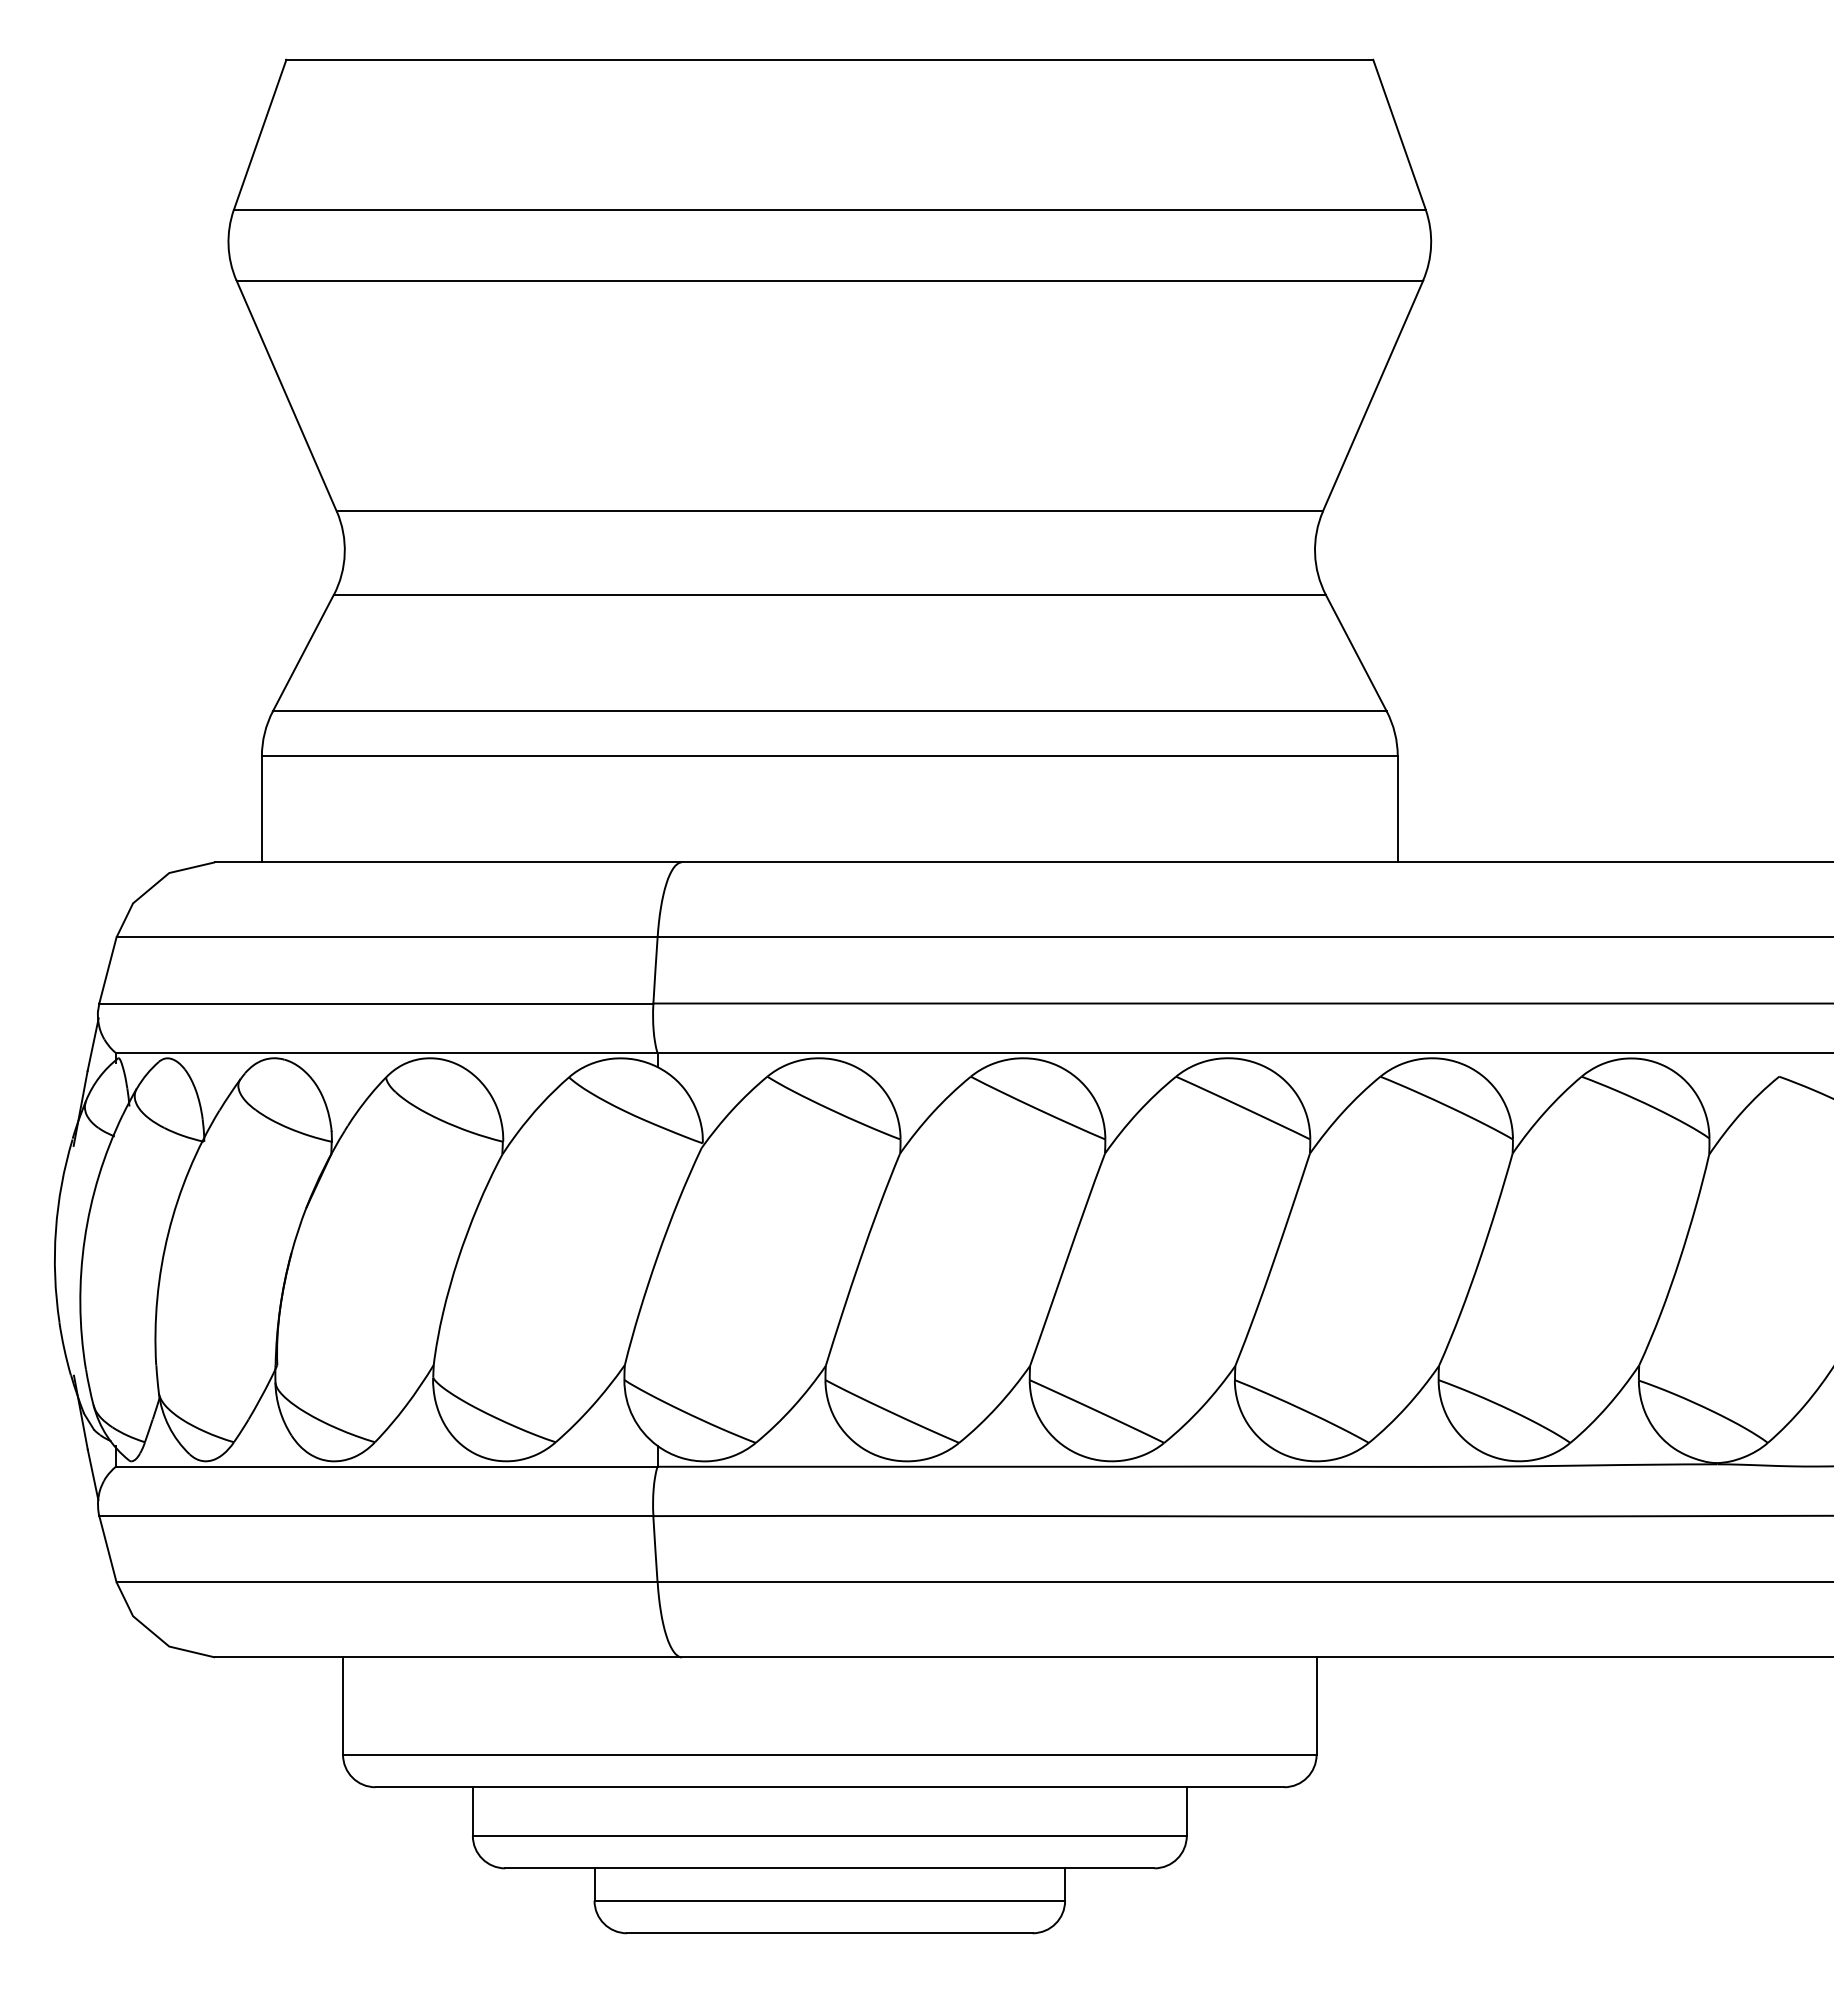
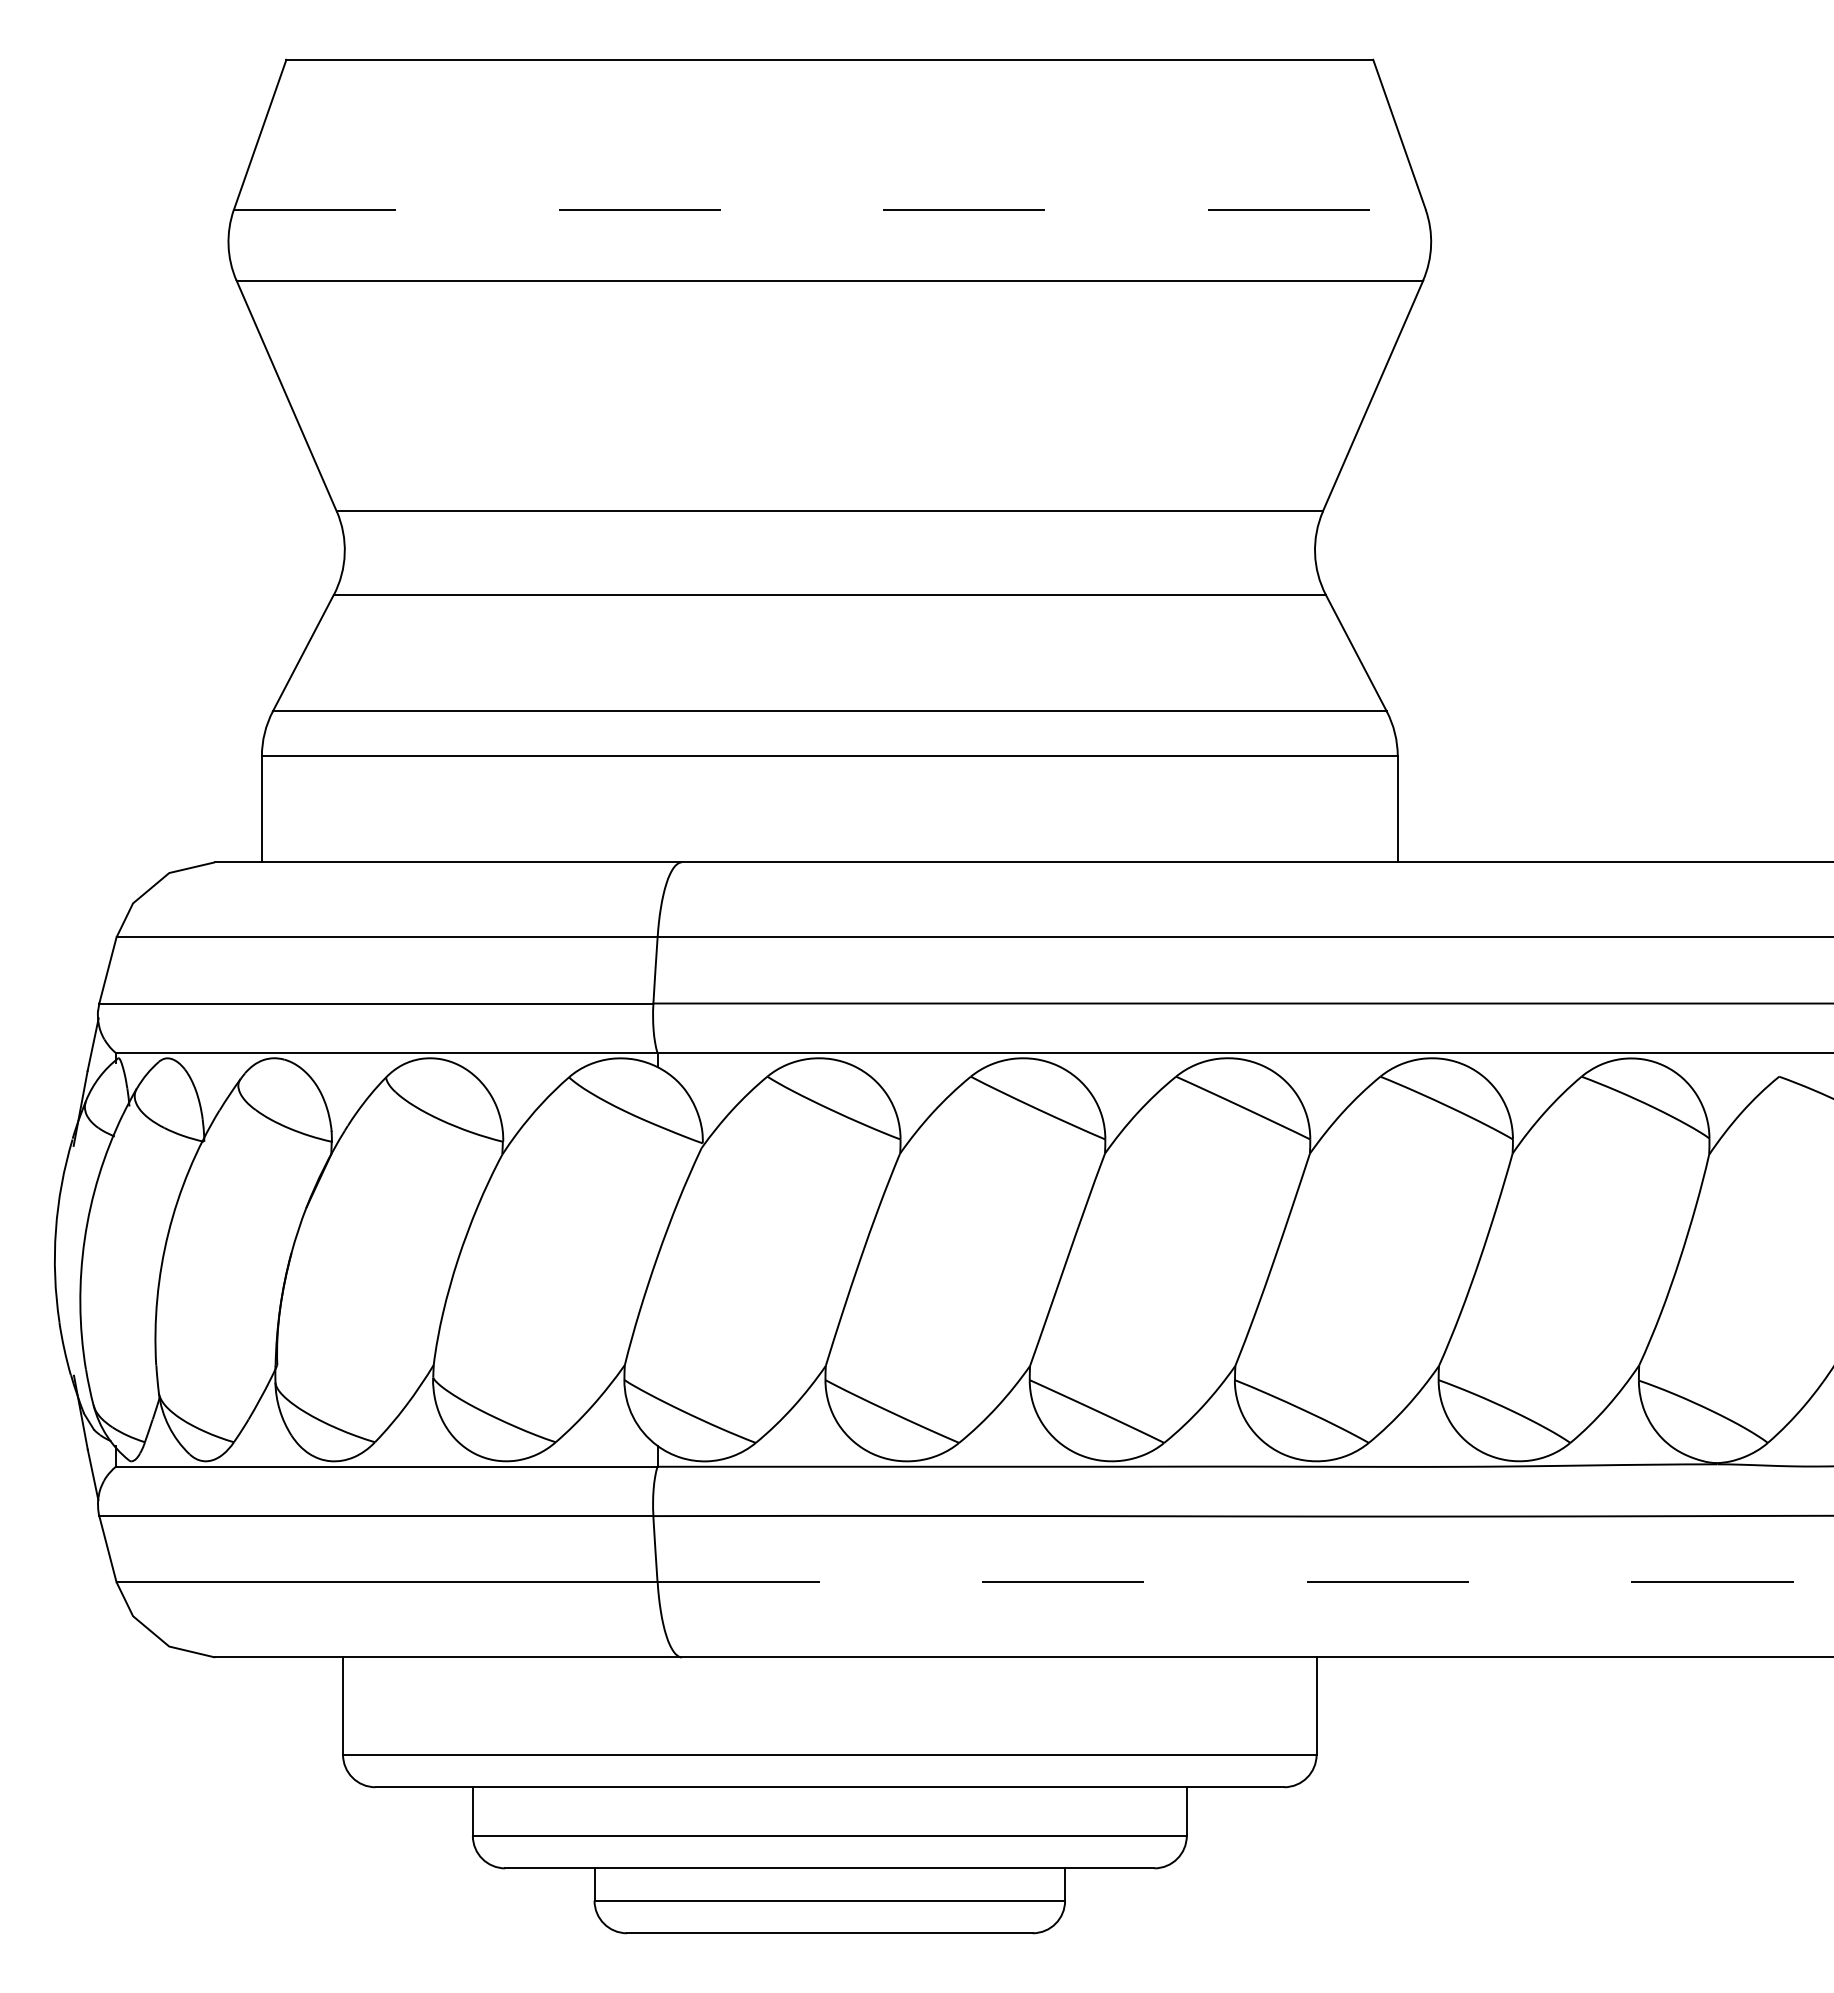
line at (829, 209): solid -> dashed
line at (1245, 1582): solid -> dashed
